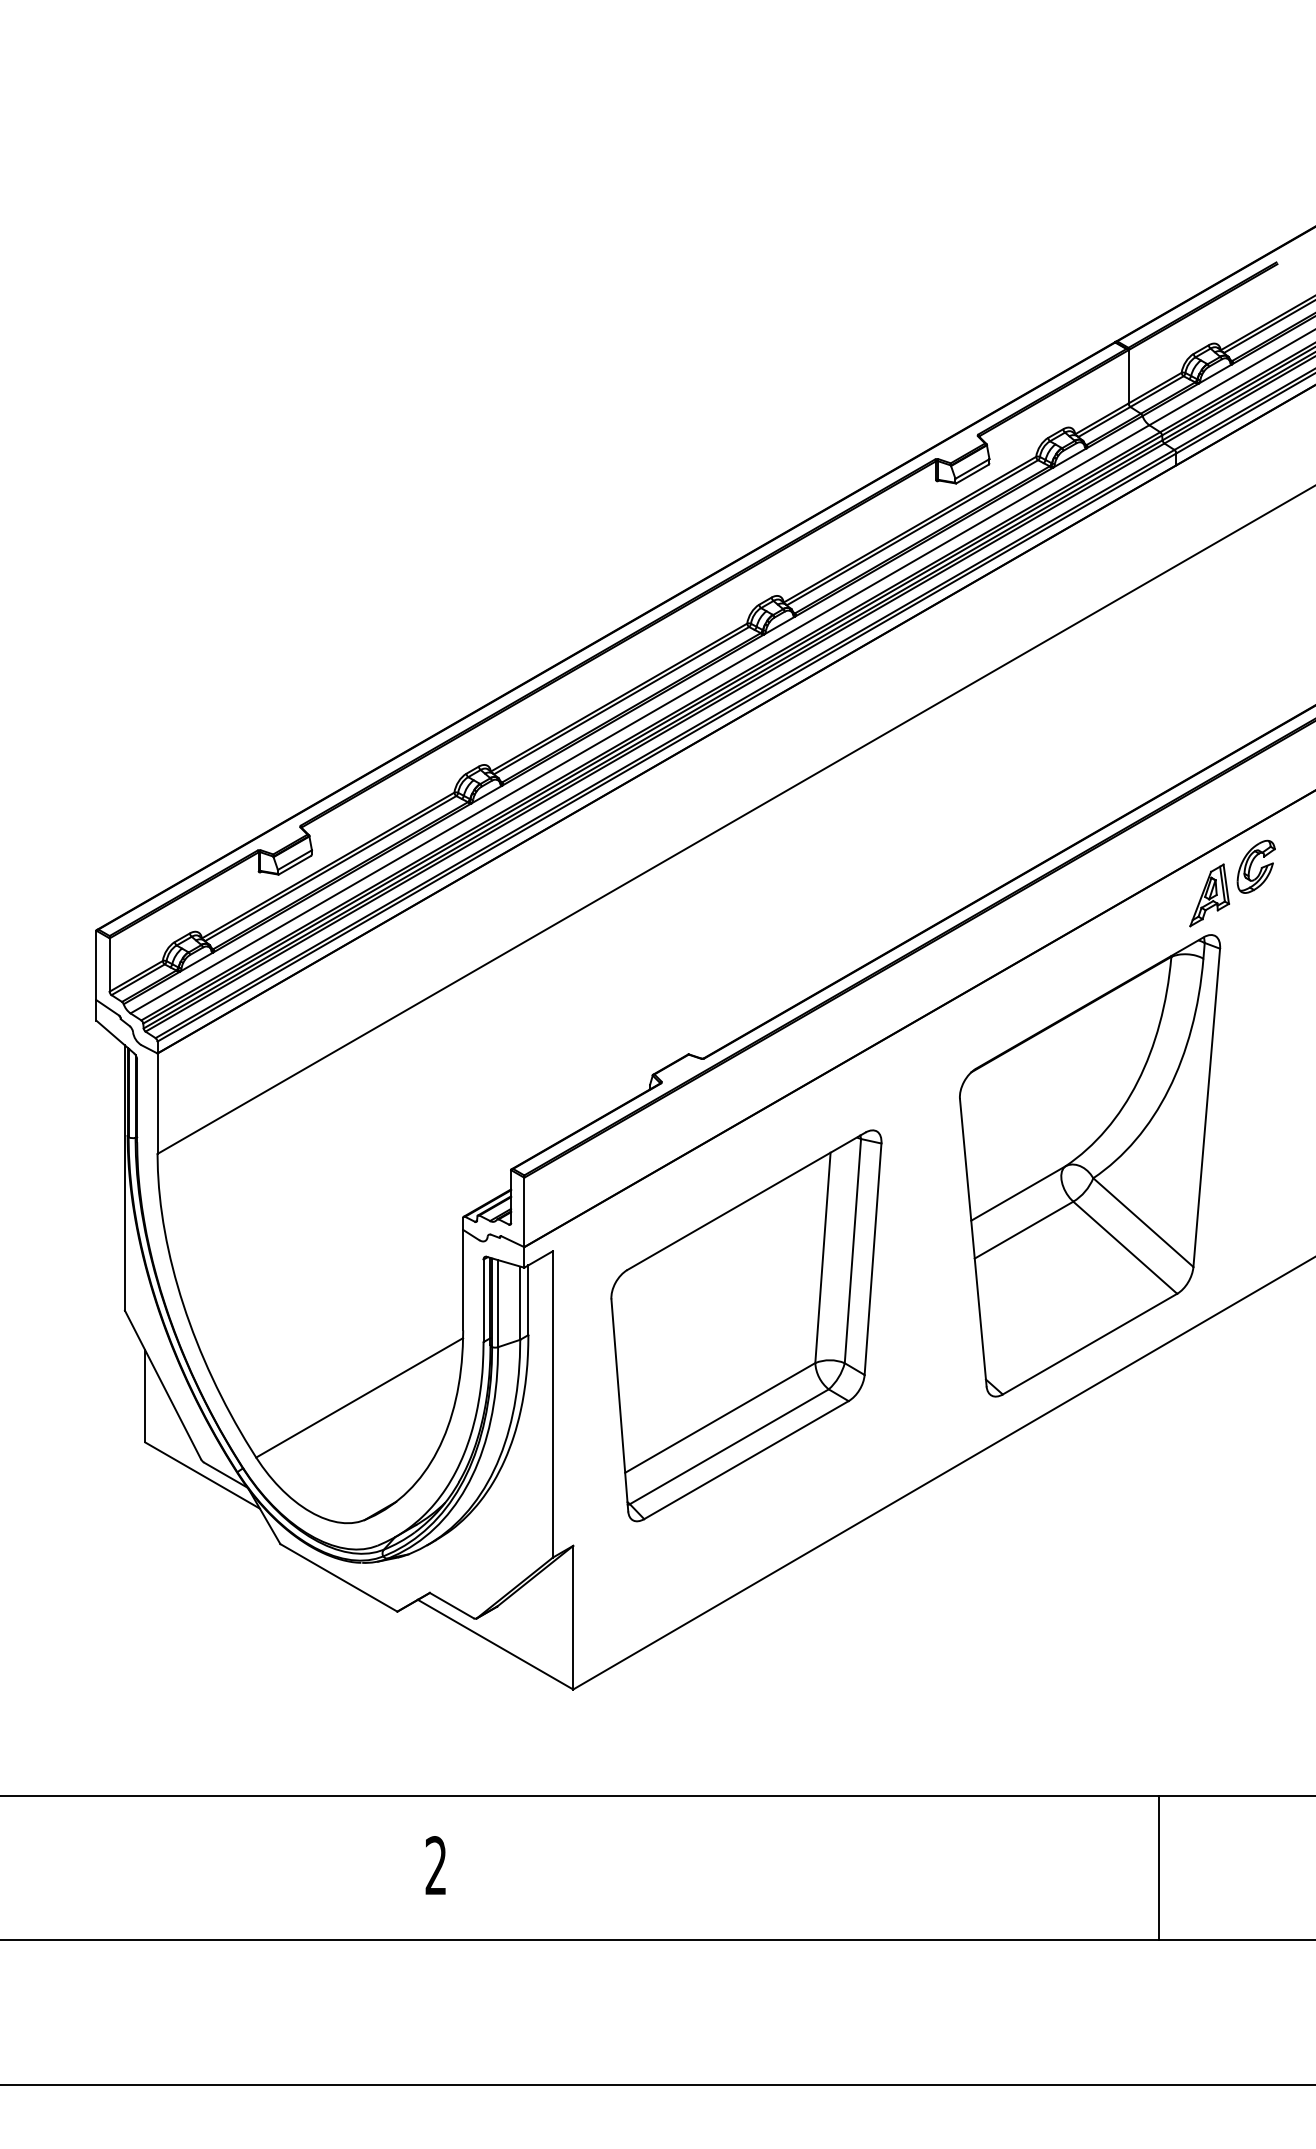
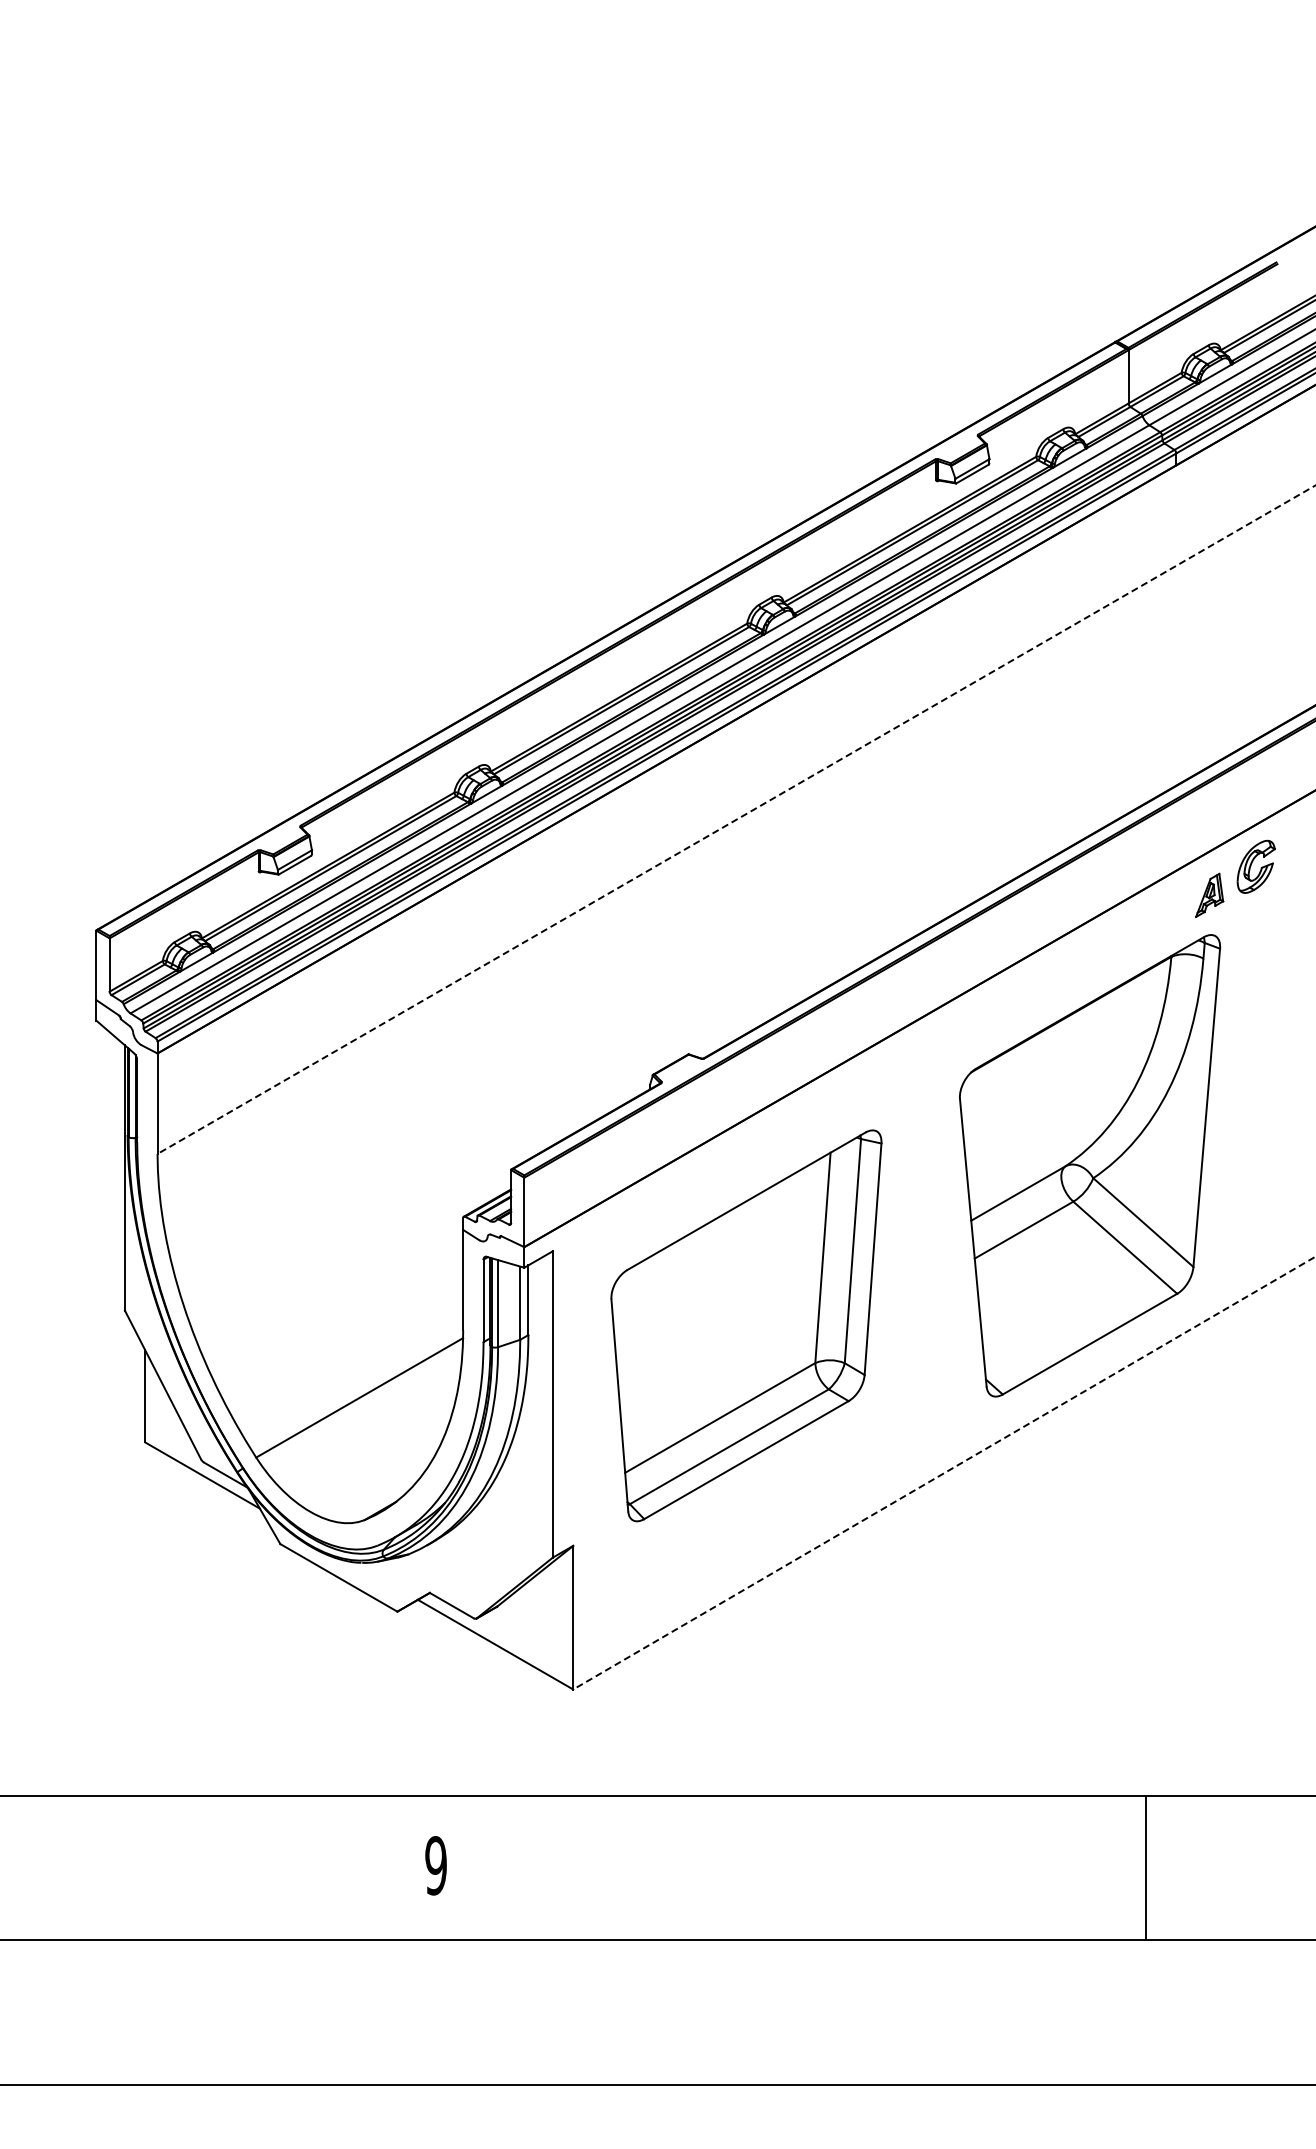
line at (736, 819): solid -> dashed
part at (1209, 895) size: 41x65 px -> 30x46 px
line at (944, 1473): solid -> dashed
text at (435, 1865): 2 -> 9
line at (1158, 1868) position: (1158, 1868) -> (1145, 1868)
